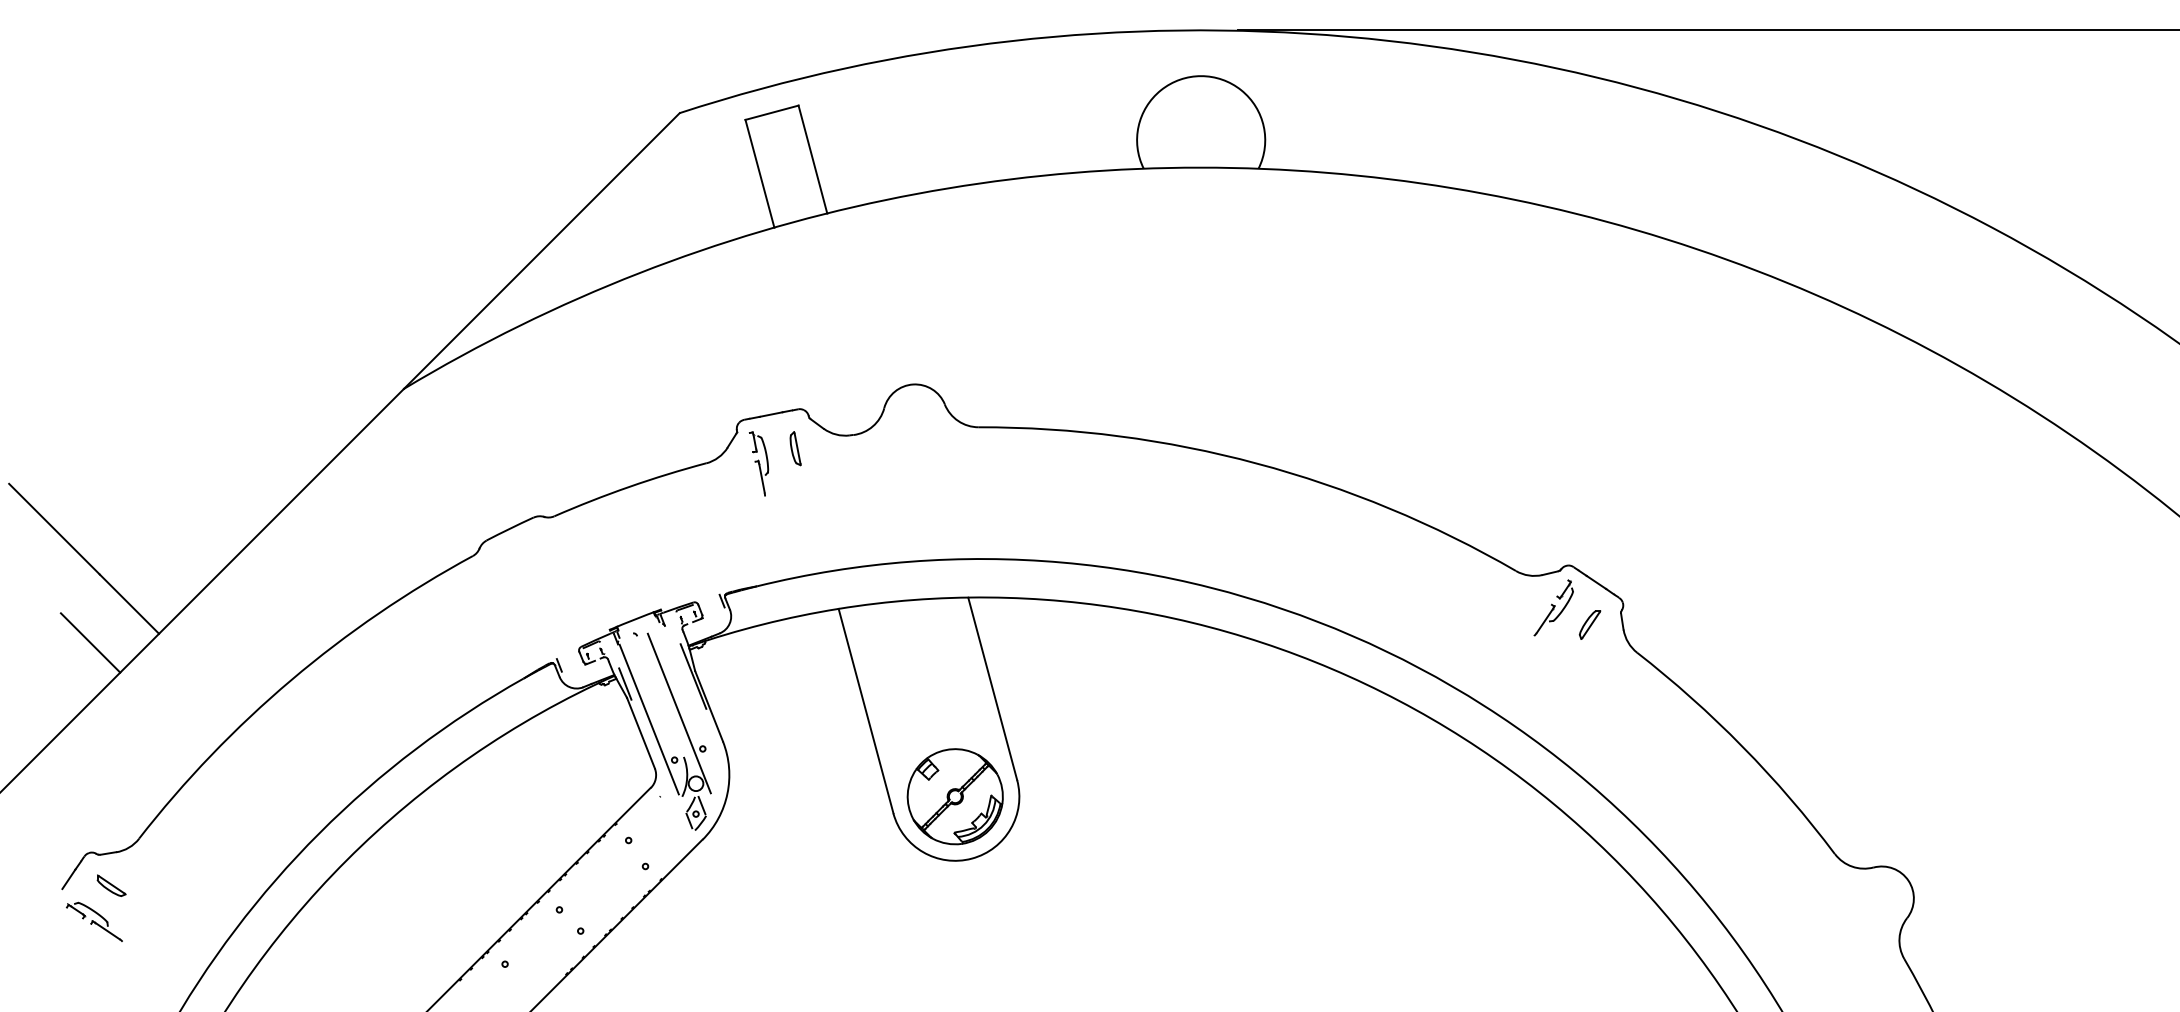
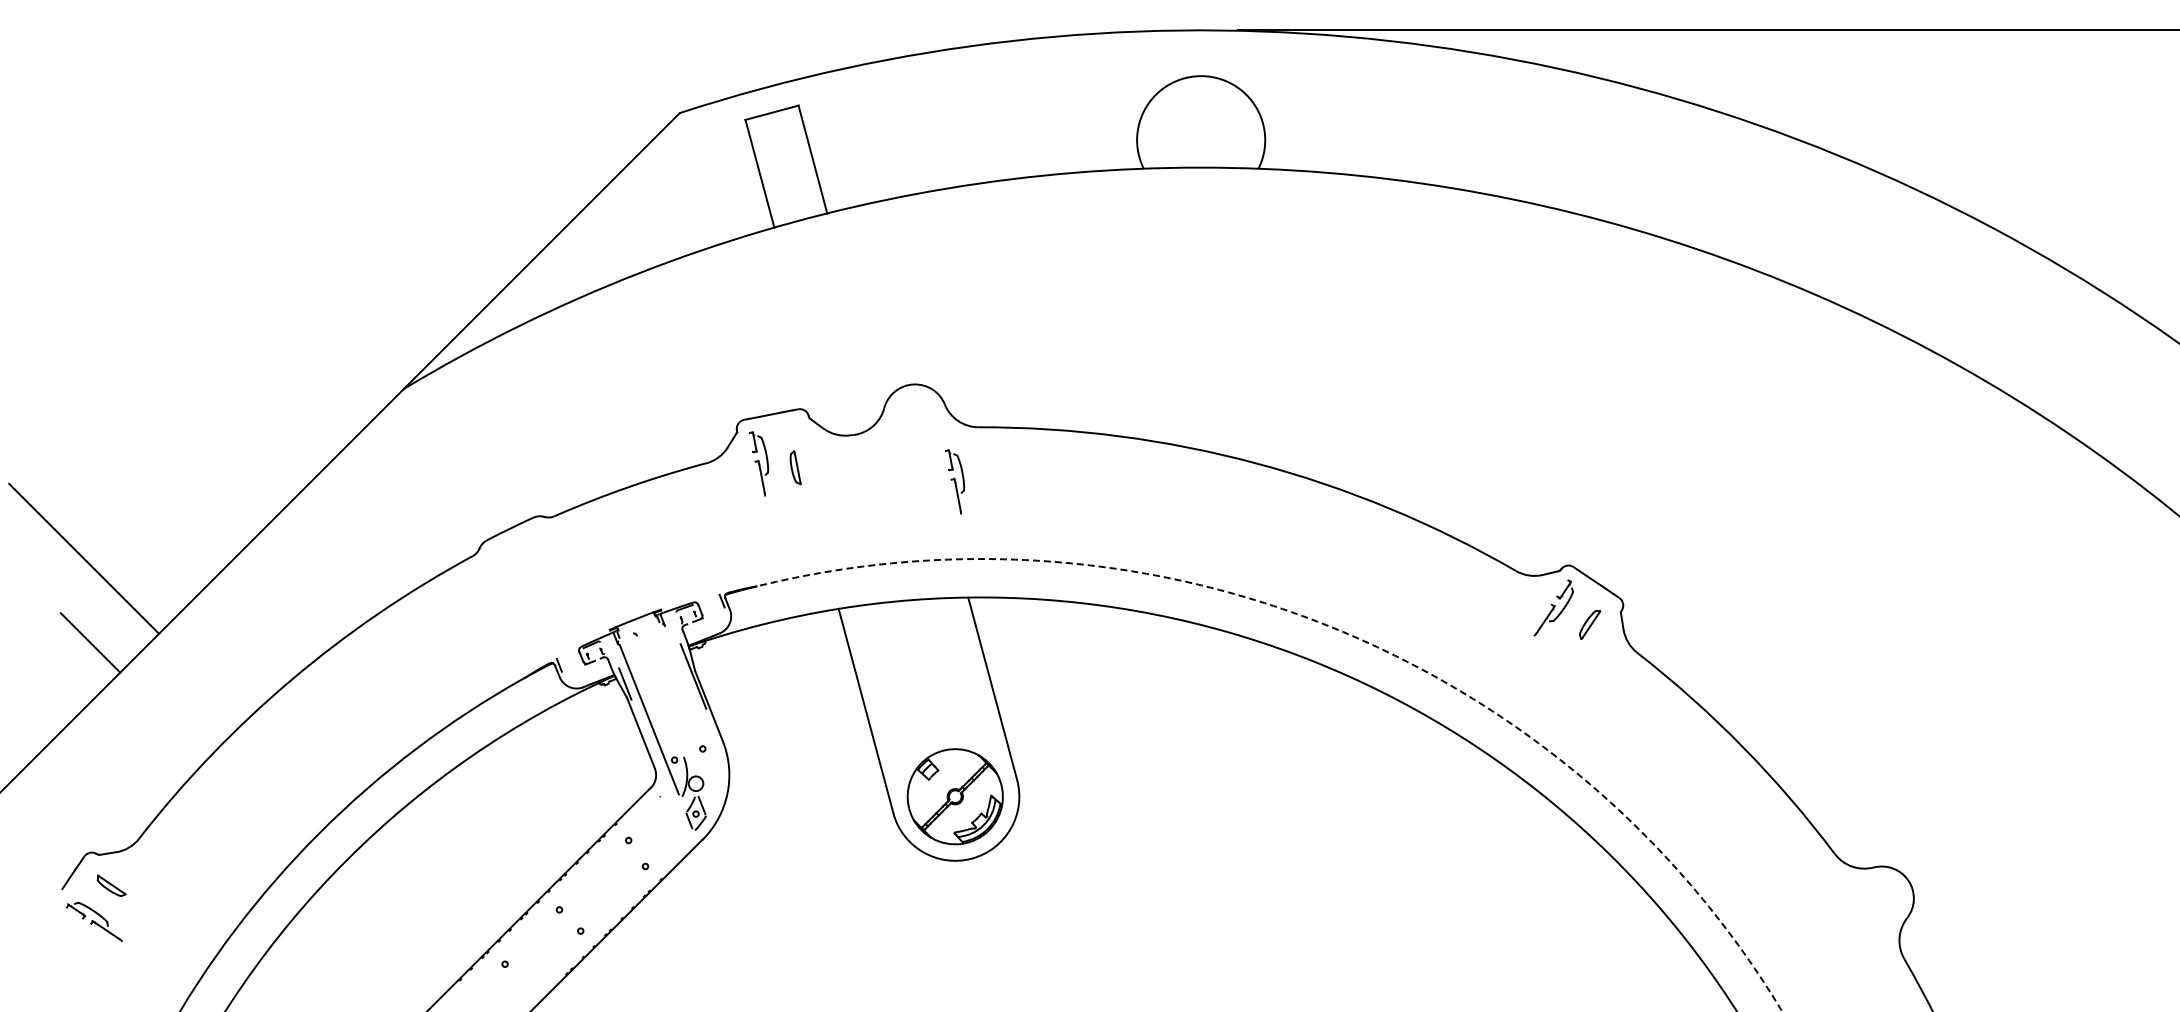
part at (795, 448) position: (795, 448) -> (795, 467)
part at (955, 481): none -> present
arc at (1339, 630): solid -> dashed
line at (678, 713): present -> none
